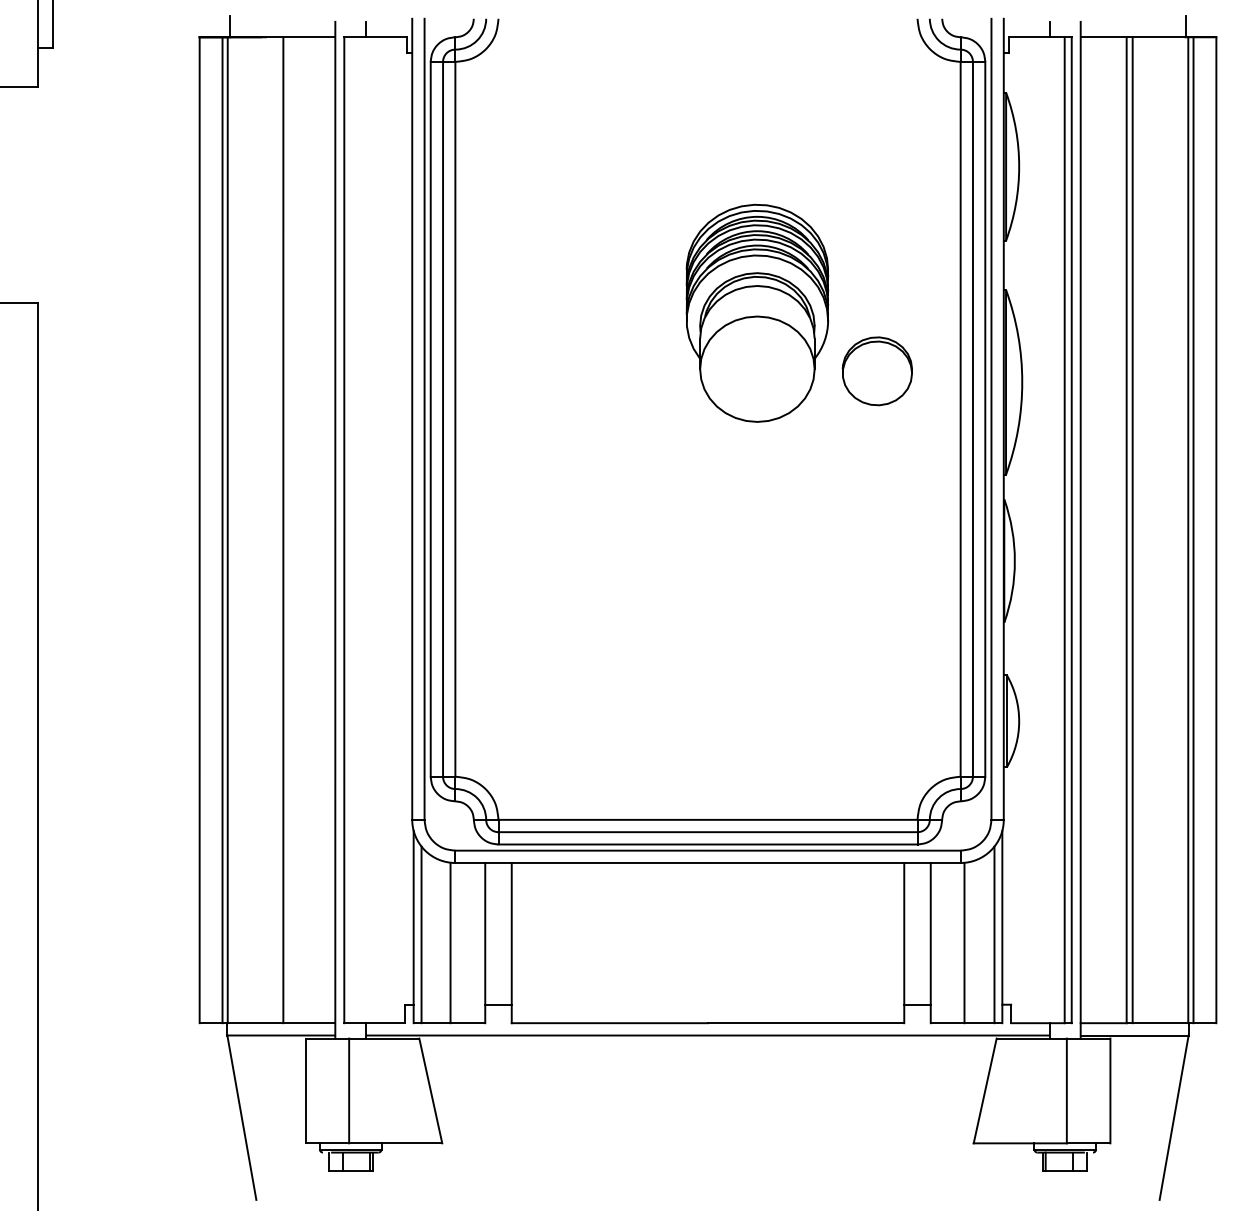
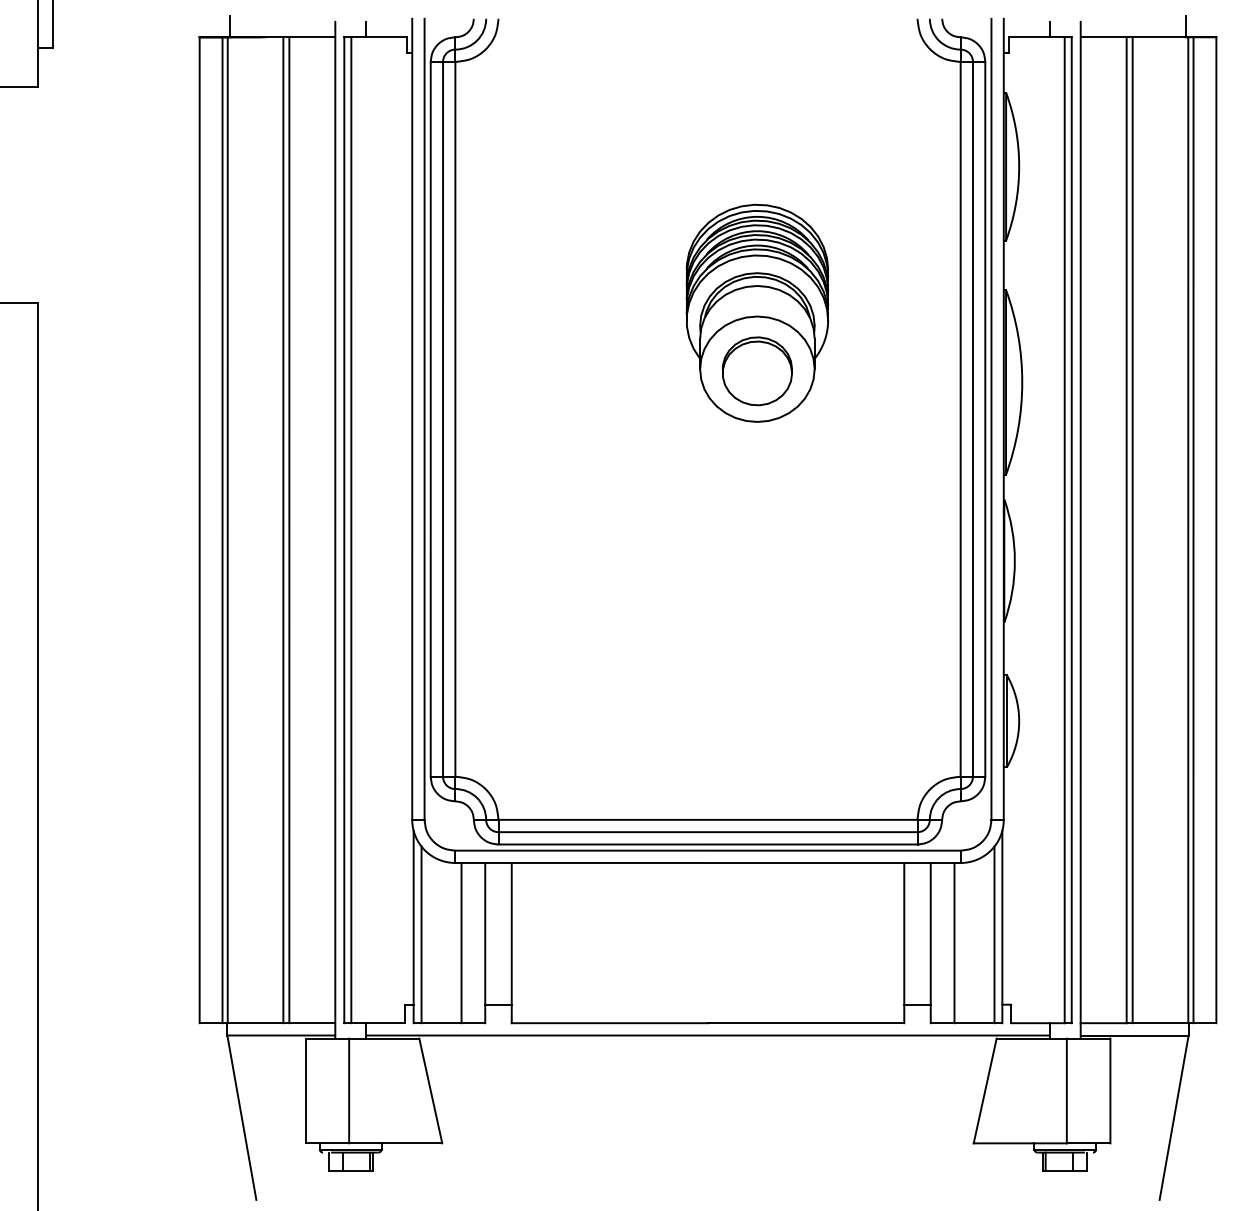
part at (876, 371) position: (876, 371) -> (756, 371)
line at (289, 530): none -> present
line at (351, 530): none -> present
line at (450, 942) position: (450, 942) -> (461, 942)
line at (964, 942) position: (964, 942) -> (954, 942)
